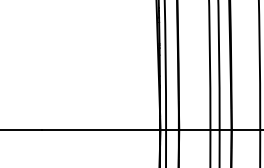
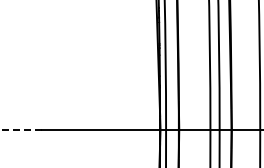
line at (20, 129): solid -> dashed
